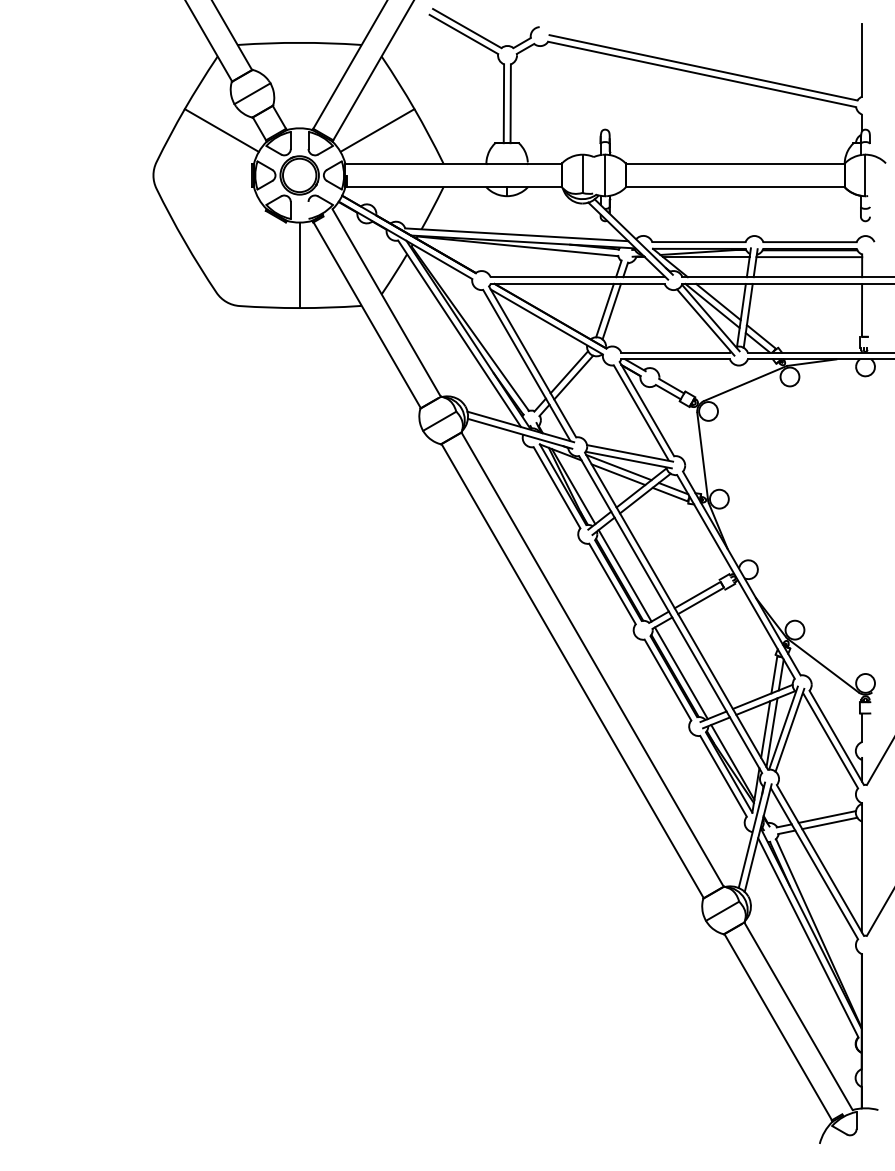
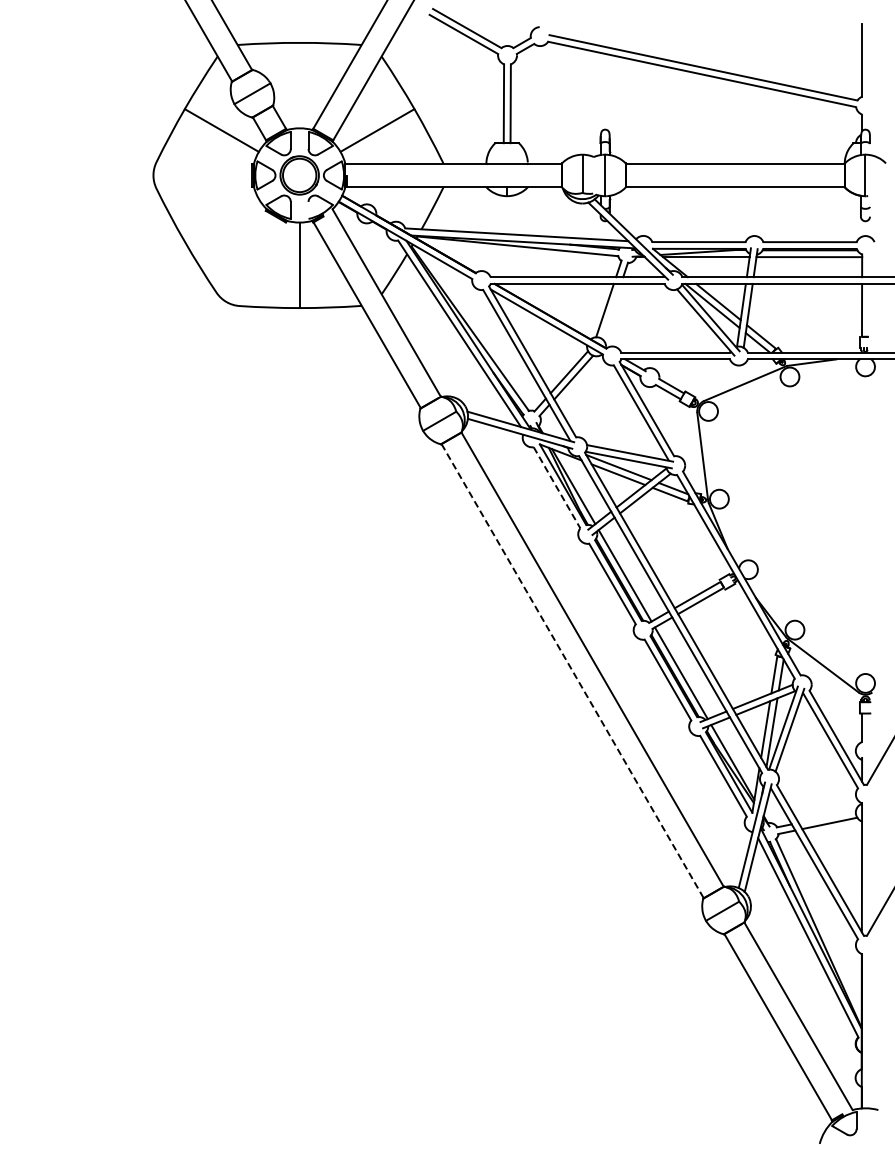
line at (611, 311): present -> none
line at (557, 487): solid -> dashed
line at (572, 671): solid -> dashed
line at (826, 816): present -> none
